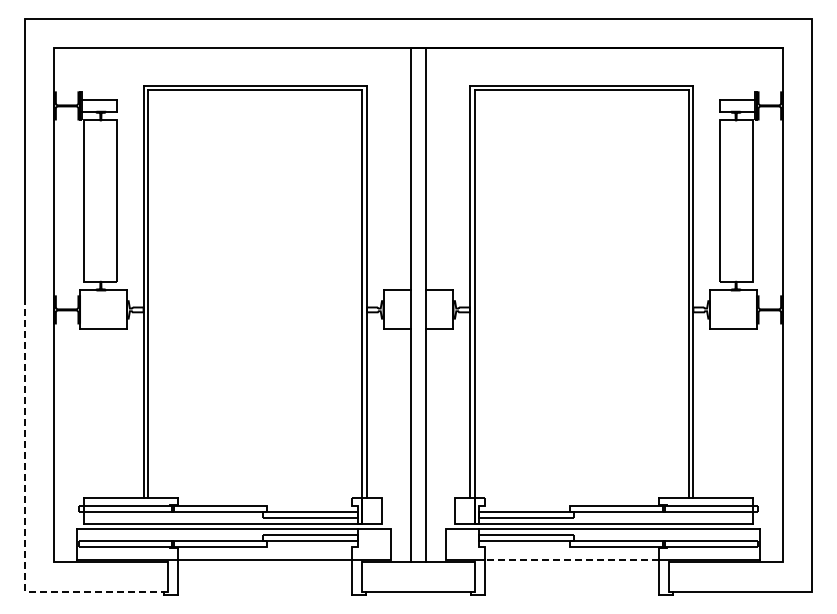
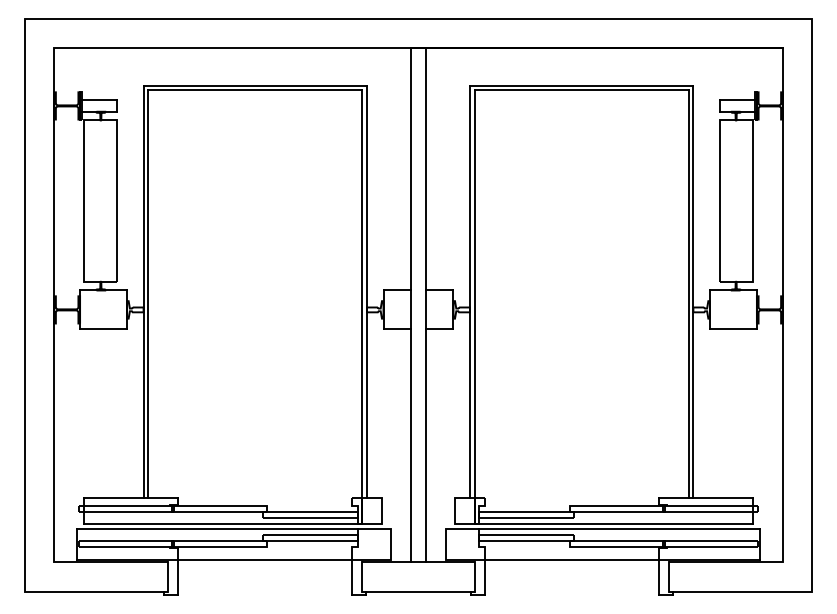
line at (25, 516): dashed -> solid
line at (571, 559): dashed -> solid
